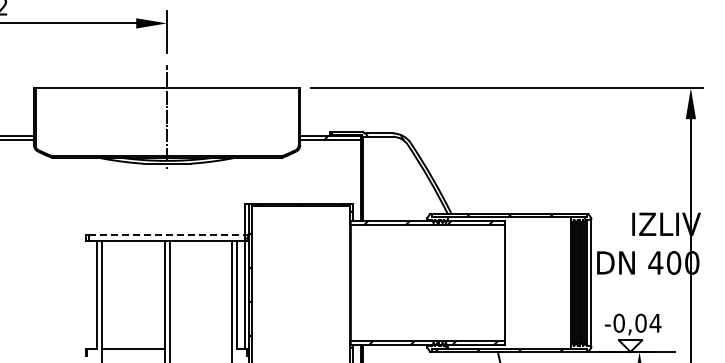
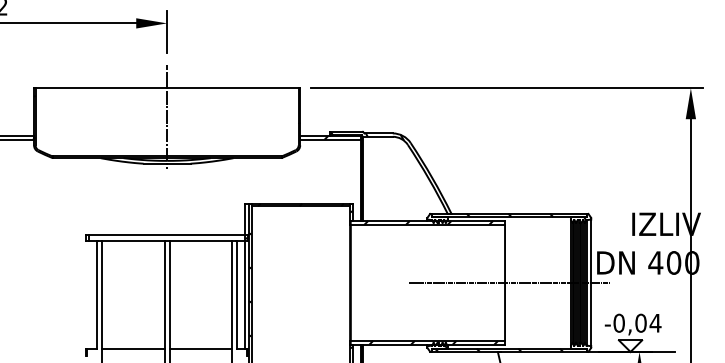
line at (167, 234): dashed -> solid
line at (508, 282): none -> present
line at (200, 349): none -> present
